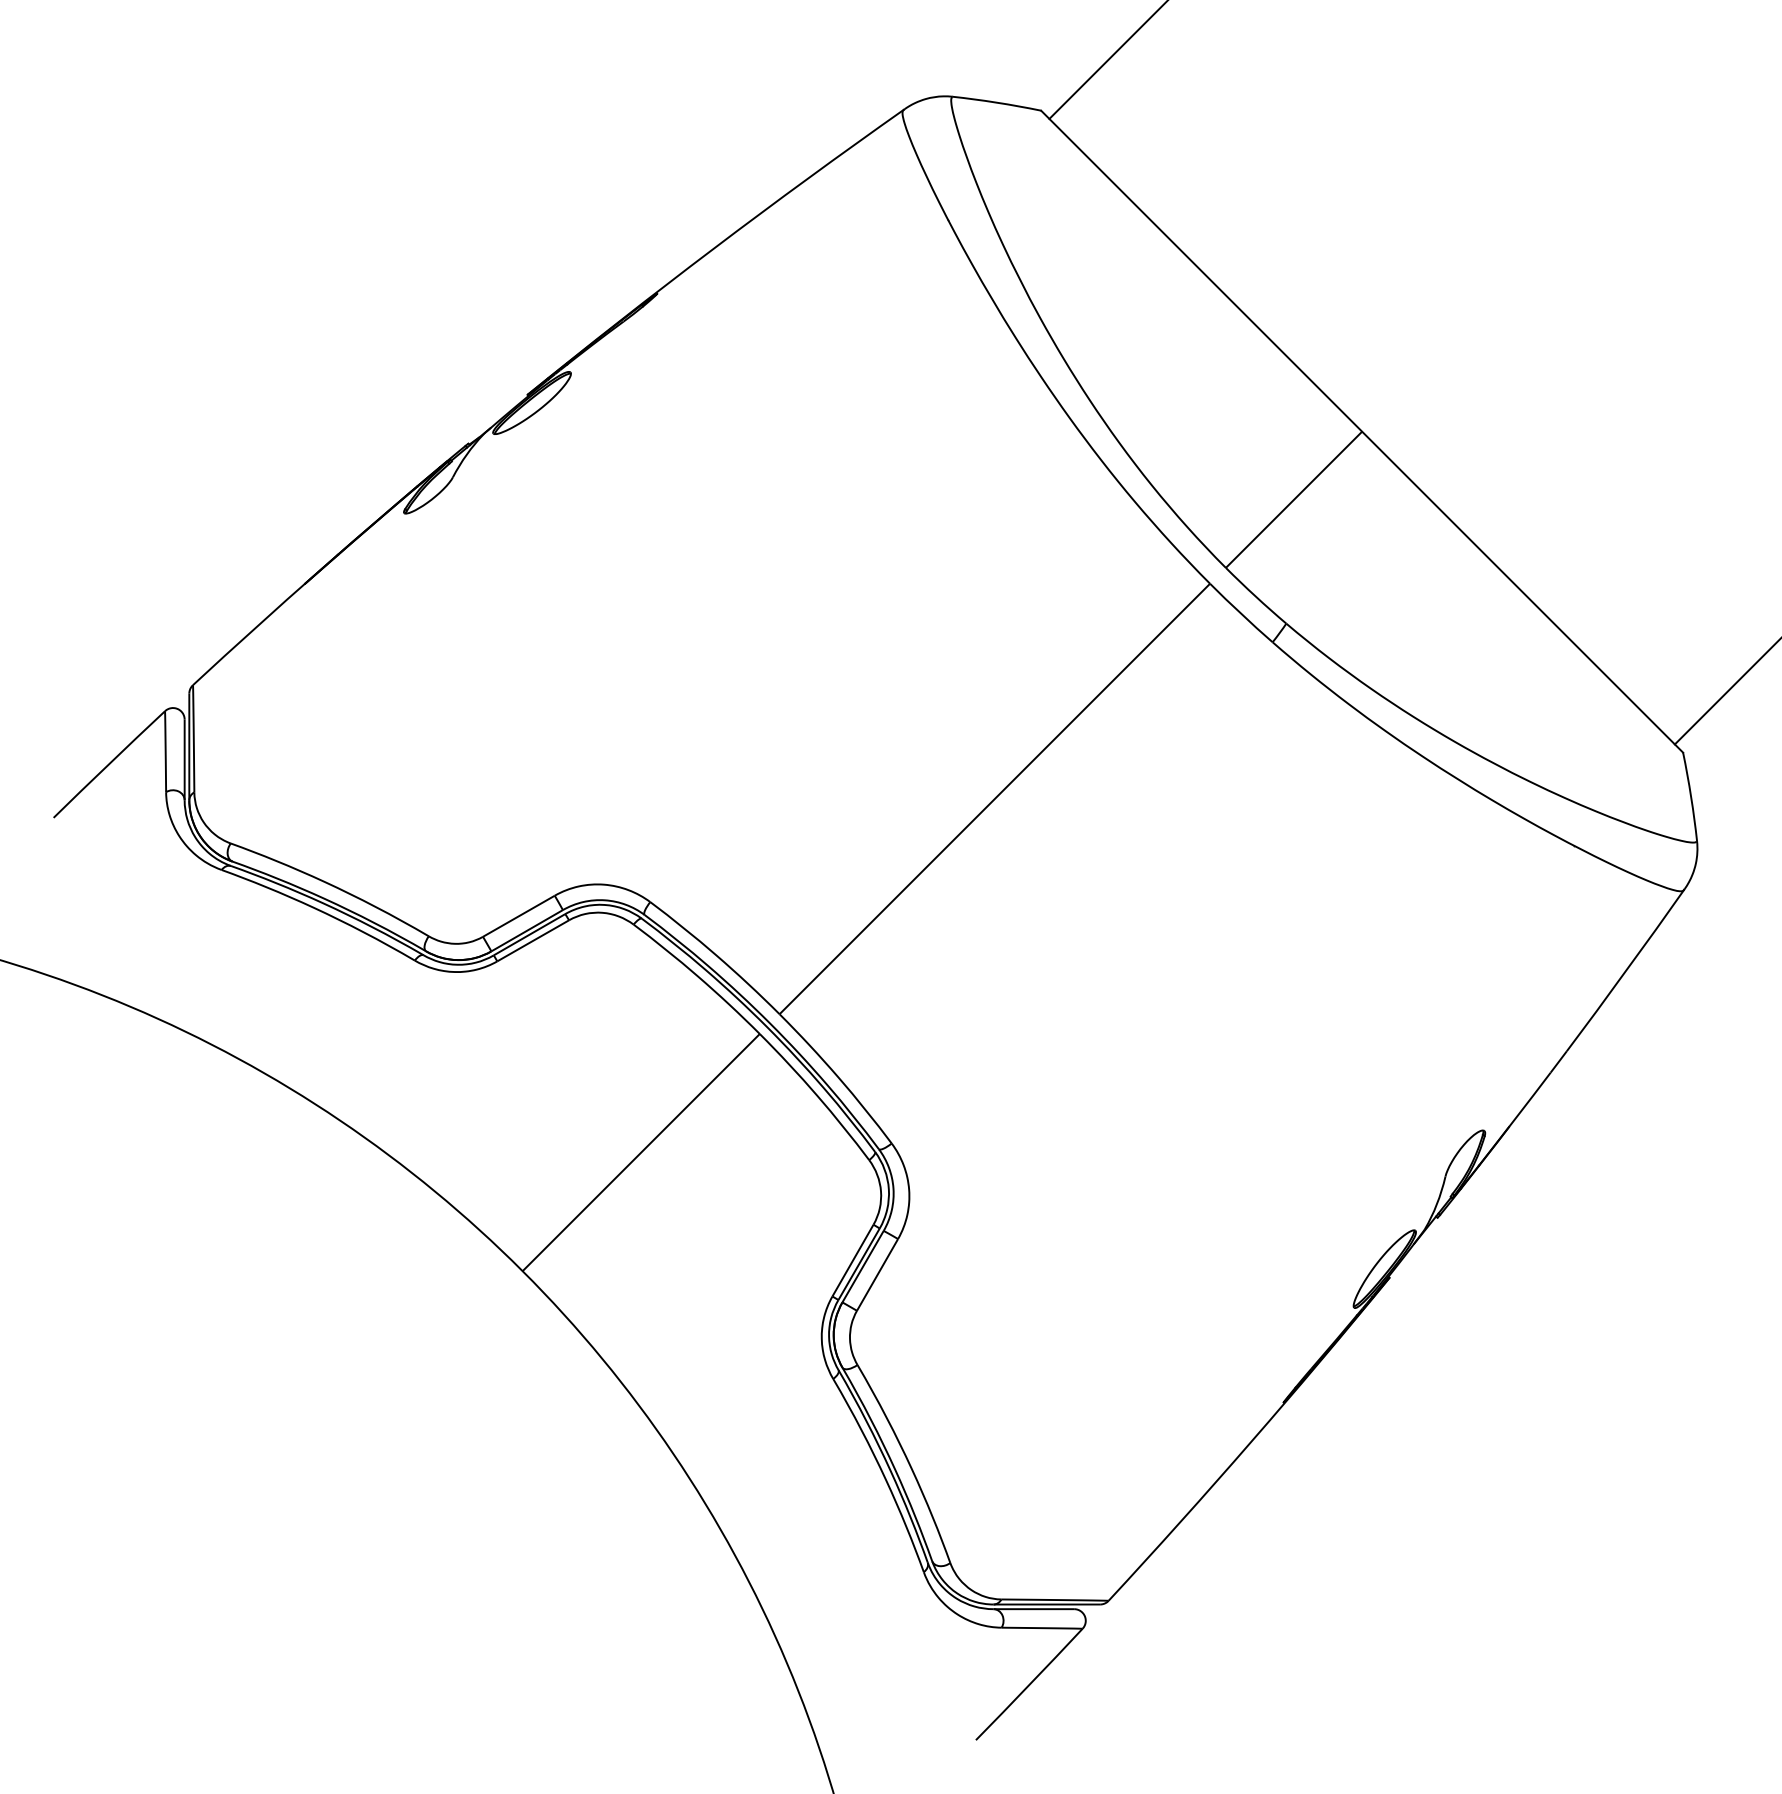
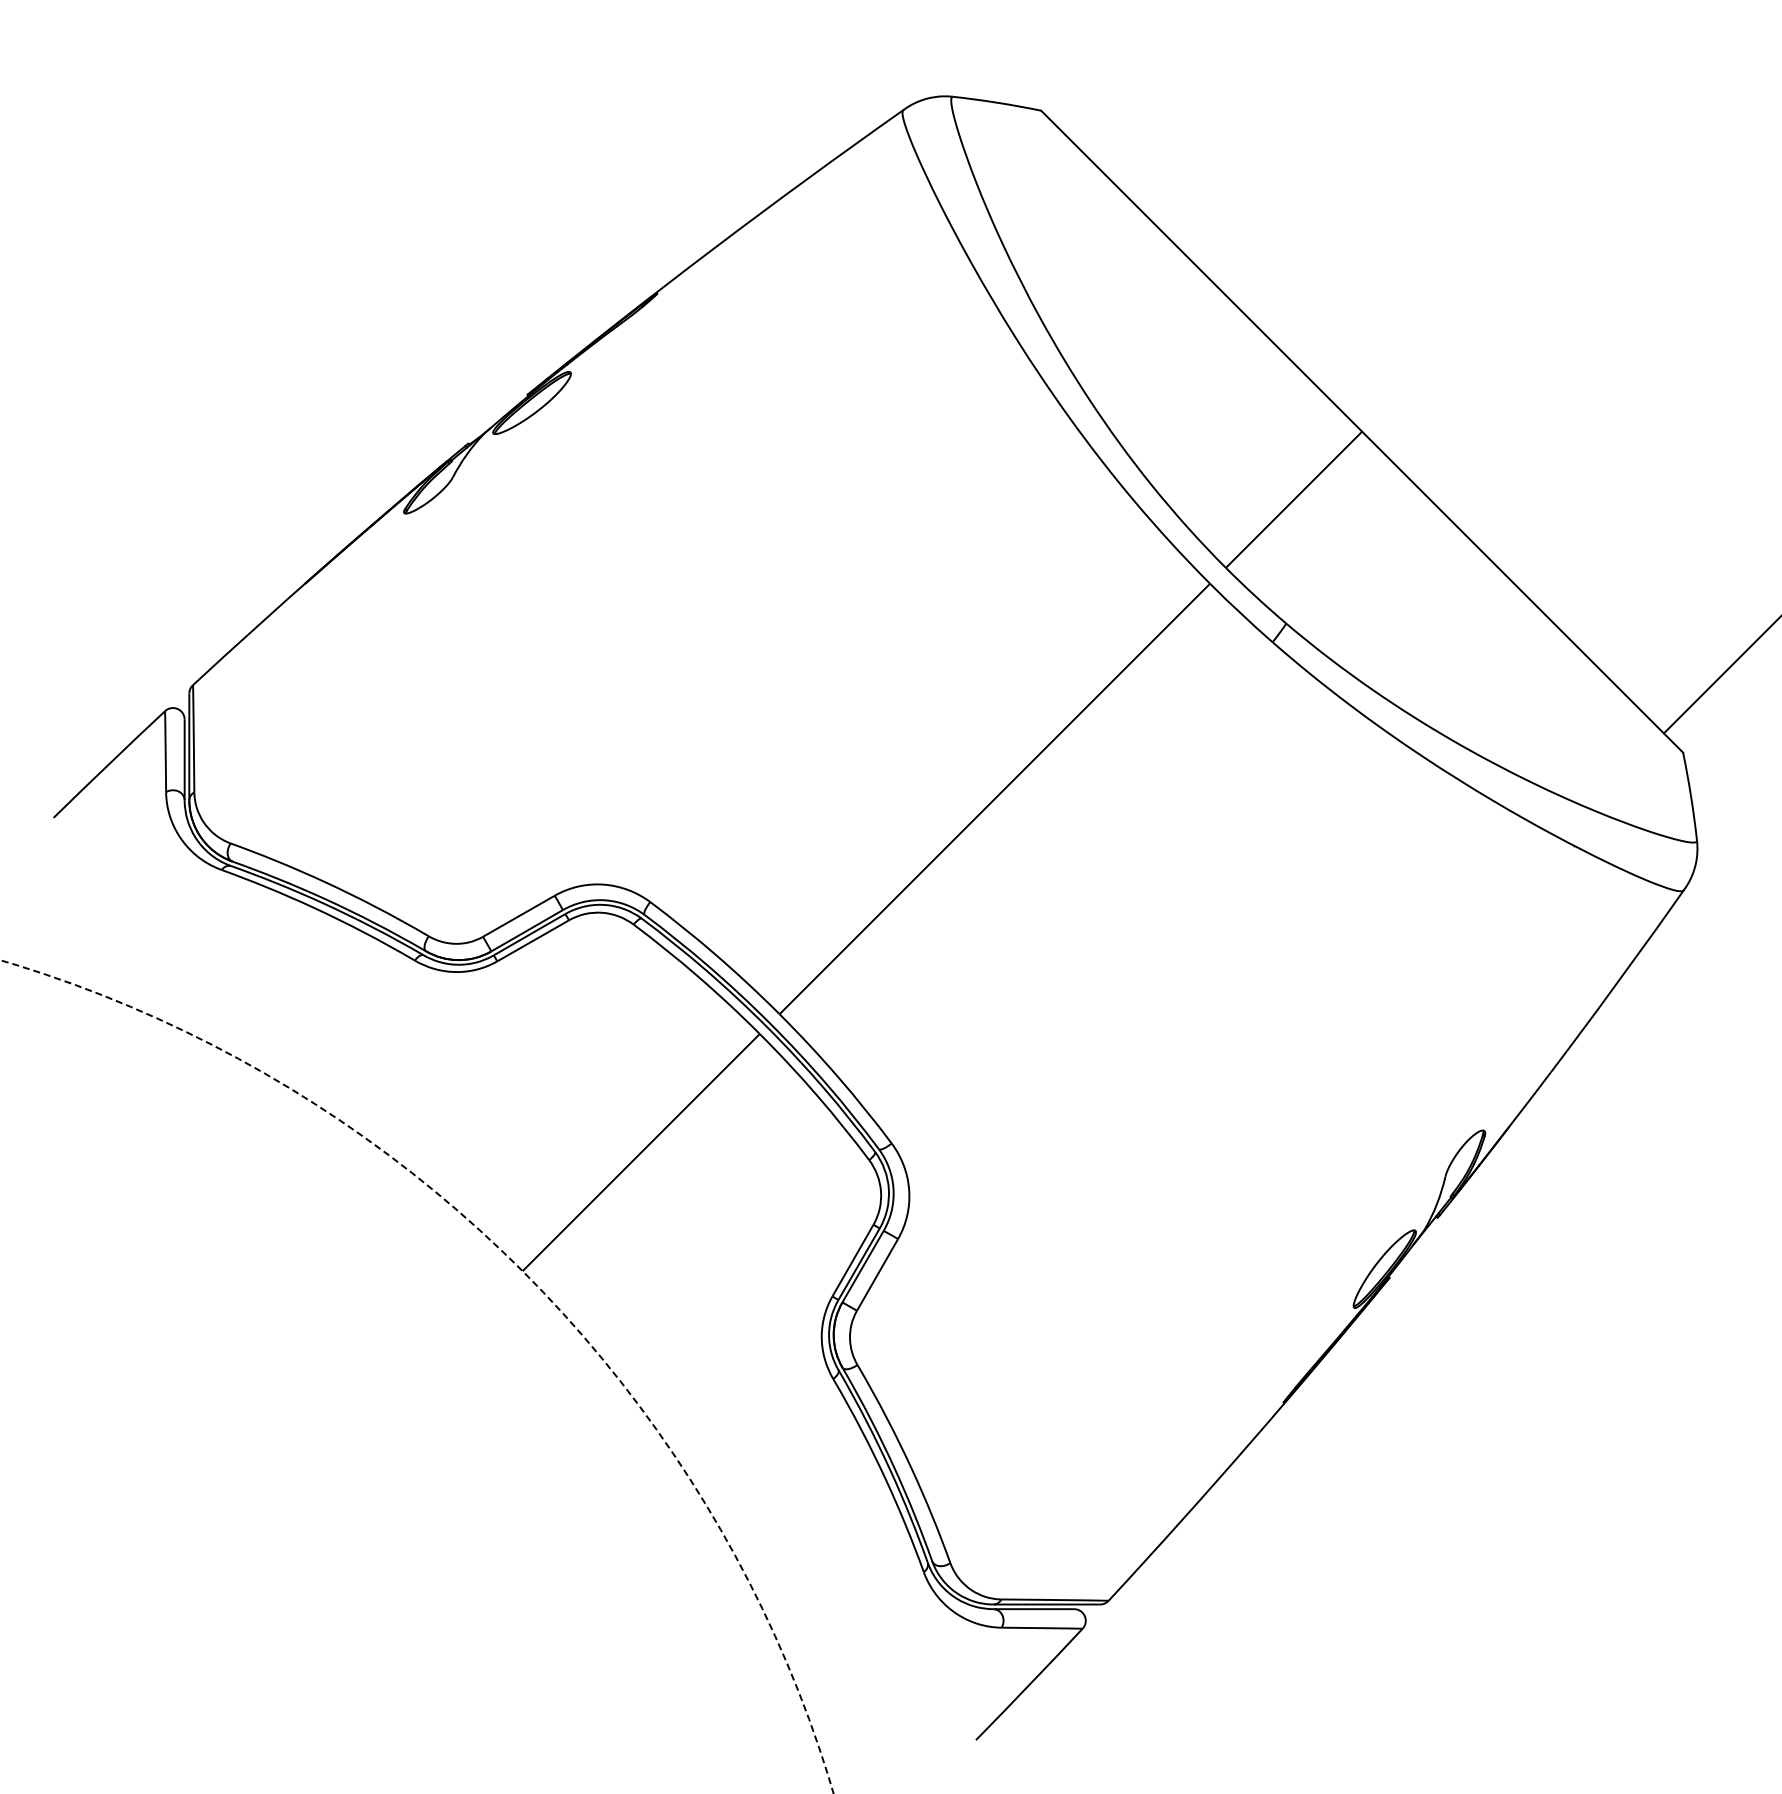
line at (1107, 60): present -> none
line at (1726, 692) position: (1726, 692) -> (1720, 675)
circle at (416, 1376): solid -> dashed
